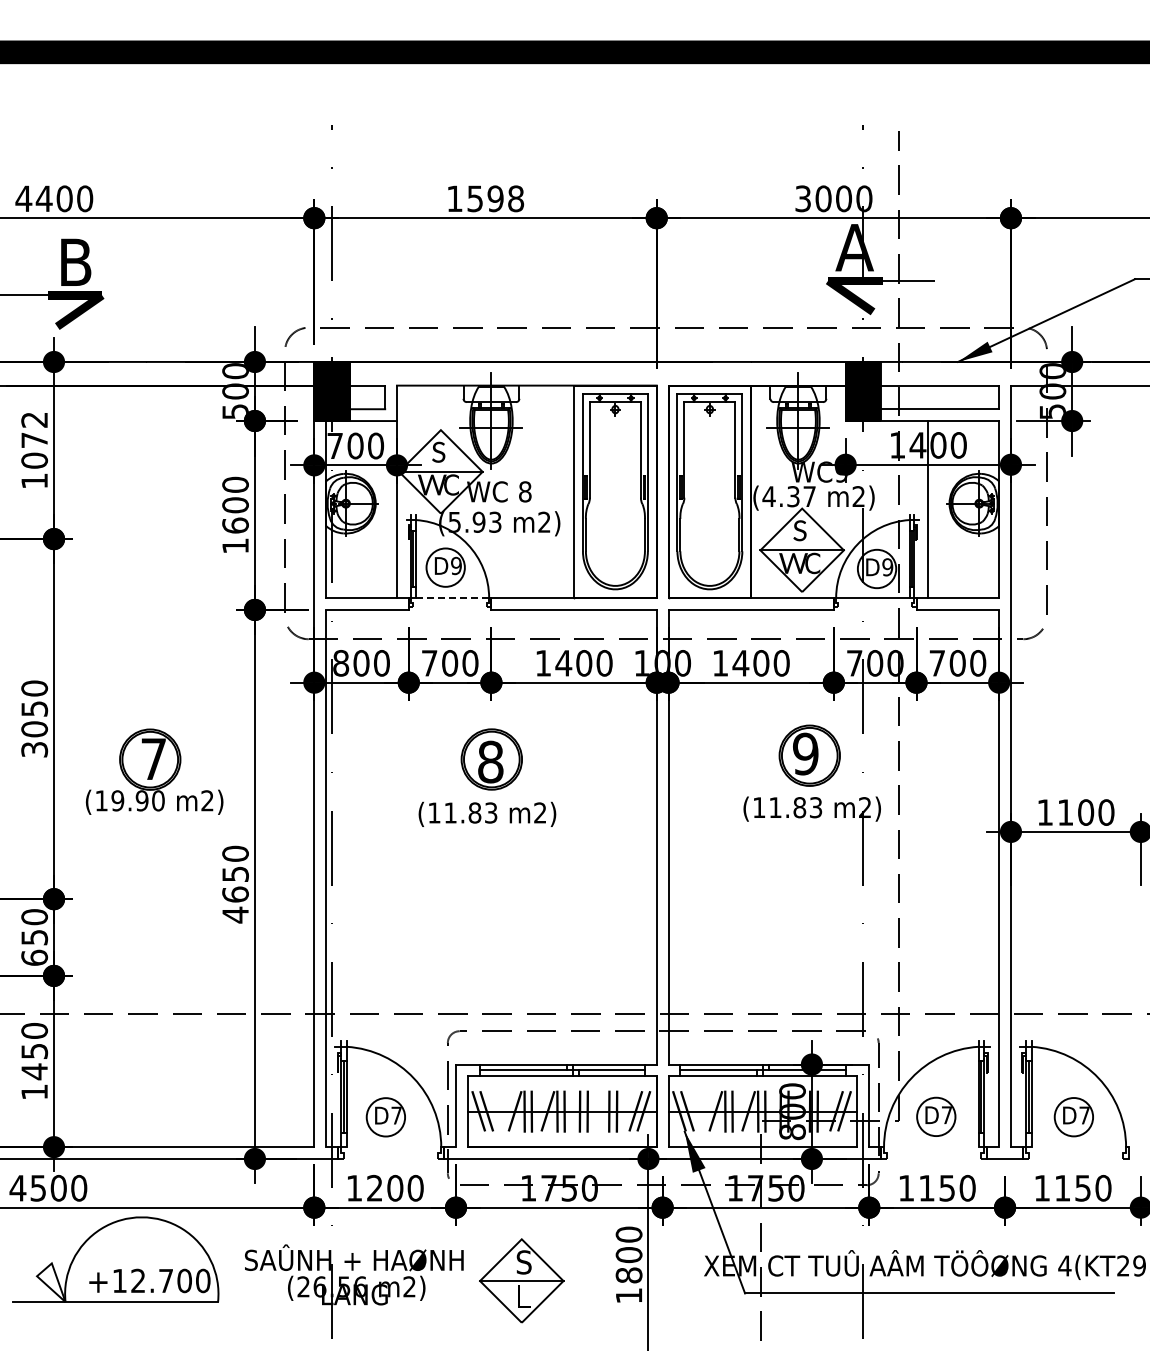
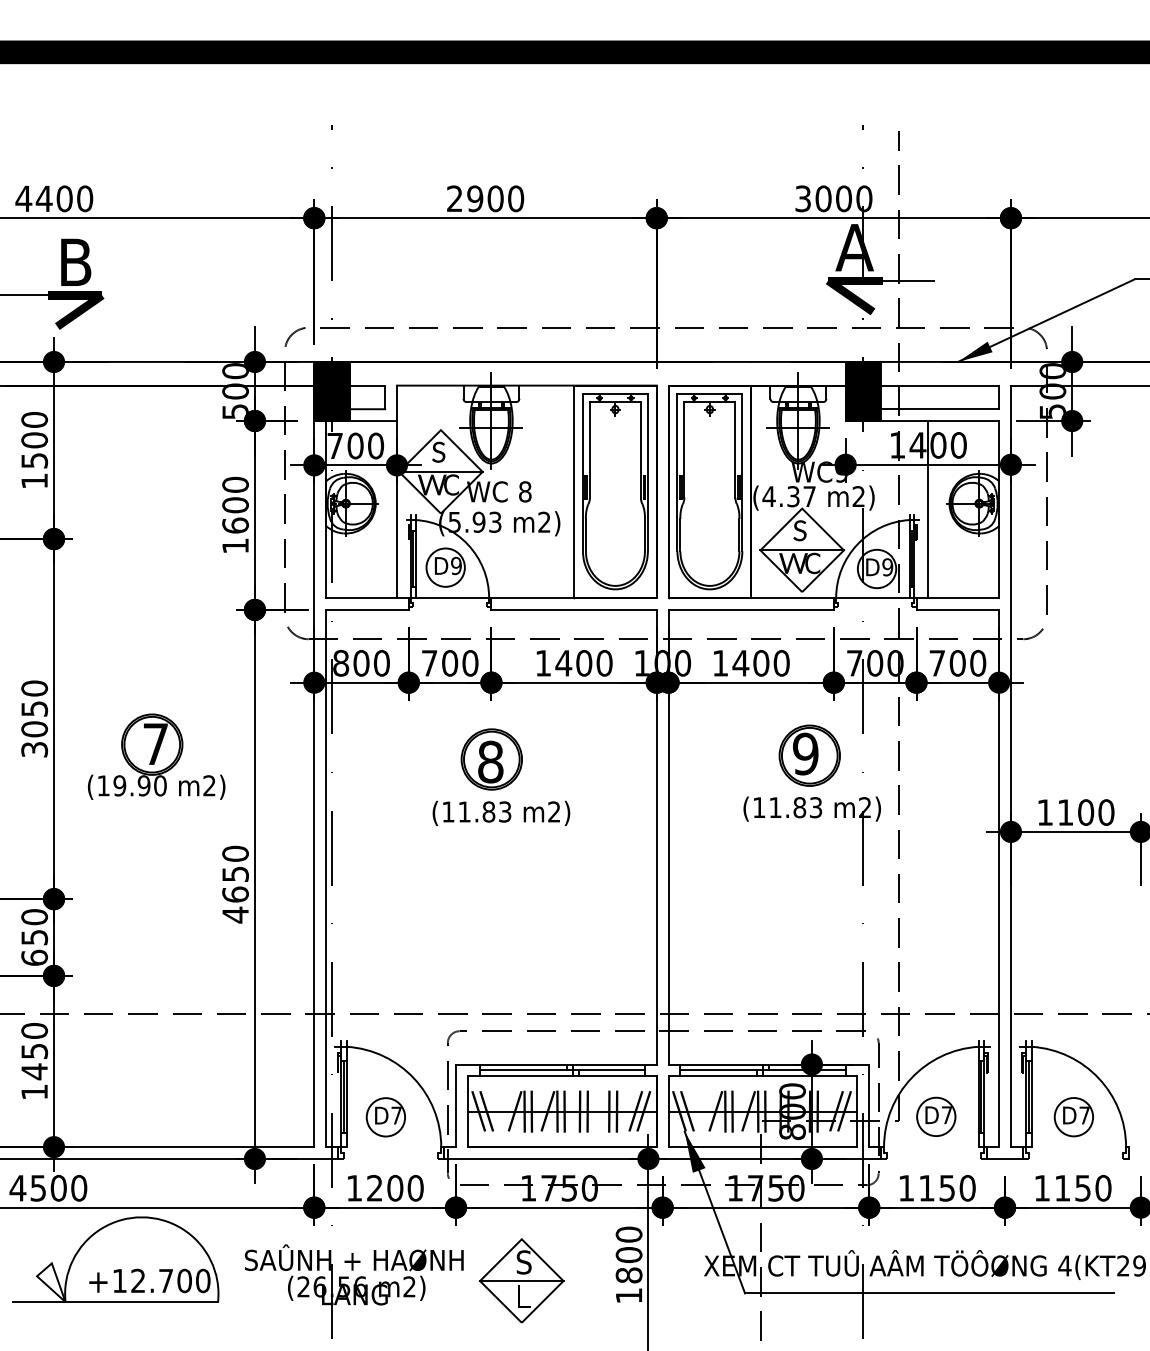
text at (485, 198): 1598 -> 2900
text at (34, 440): 1072 -> 1500
line at (452, 598): dashed -> solid
part at (154, 771) position: (154, 771) -> (156, 756)
text at (487, 813) position: (487, 813) -> (501, 812)
